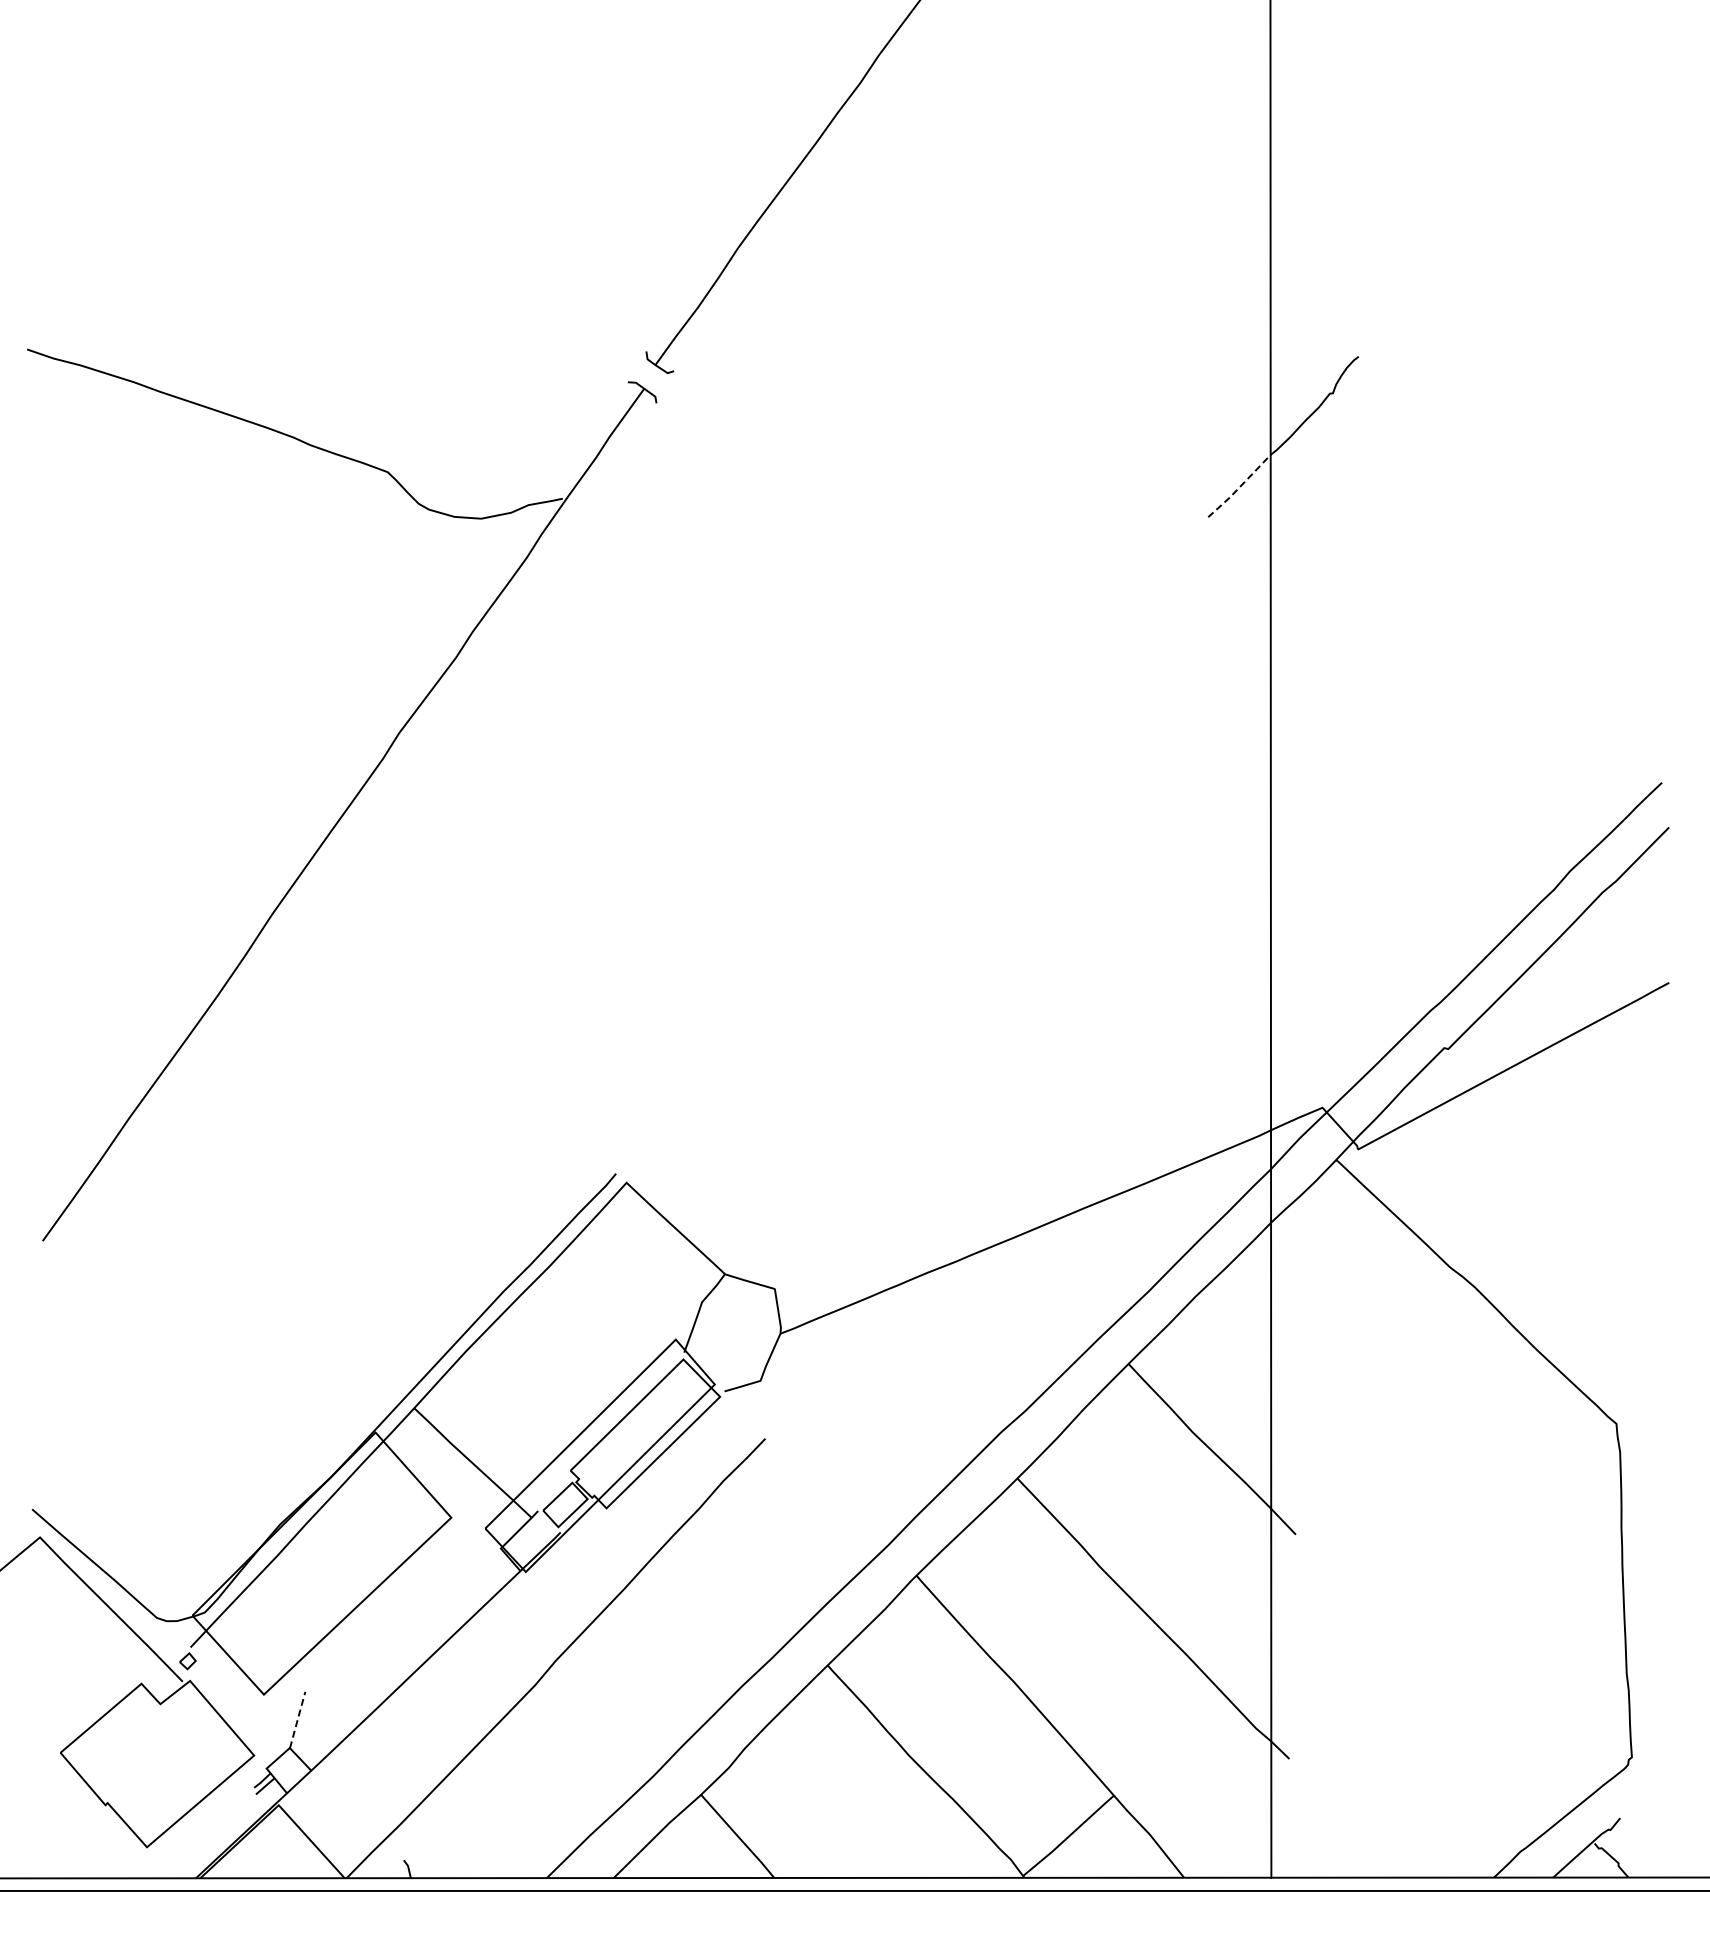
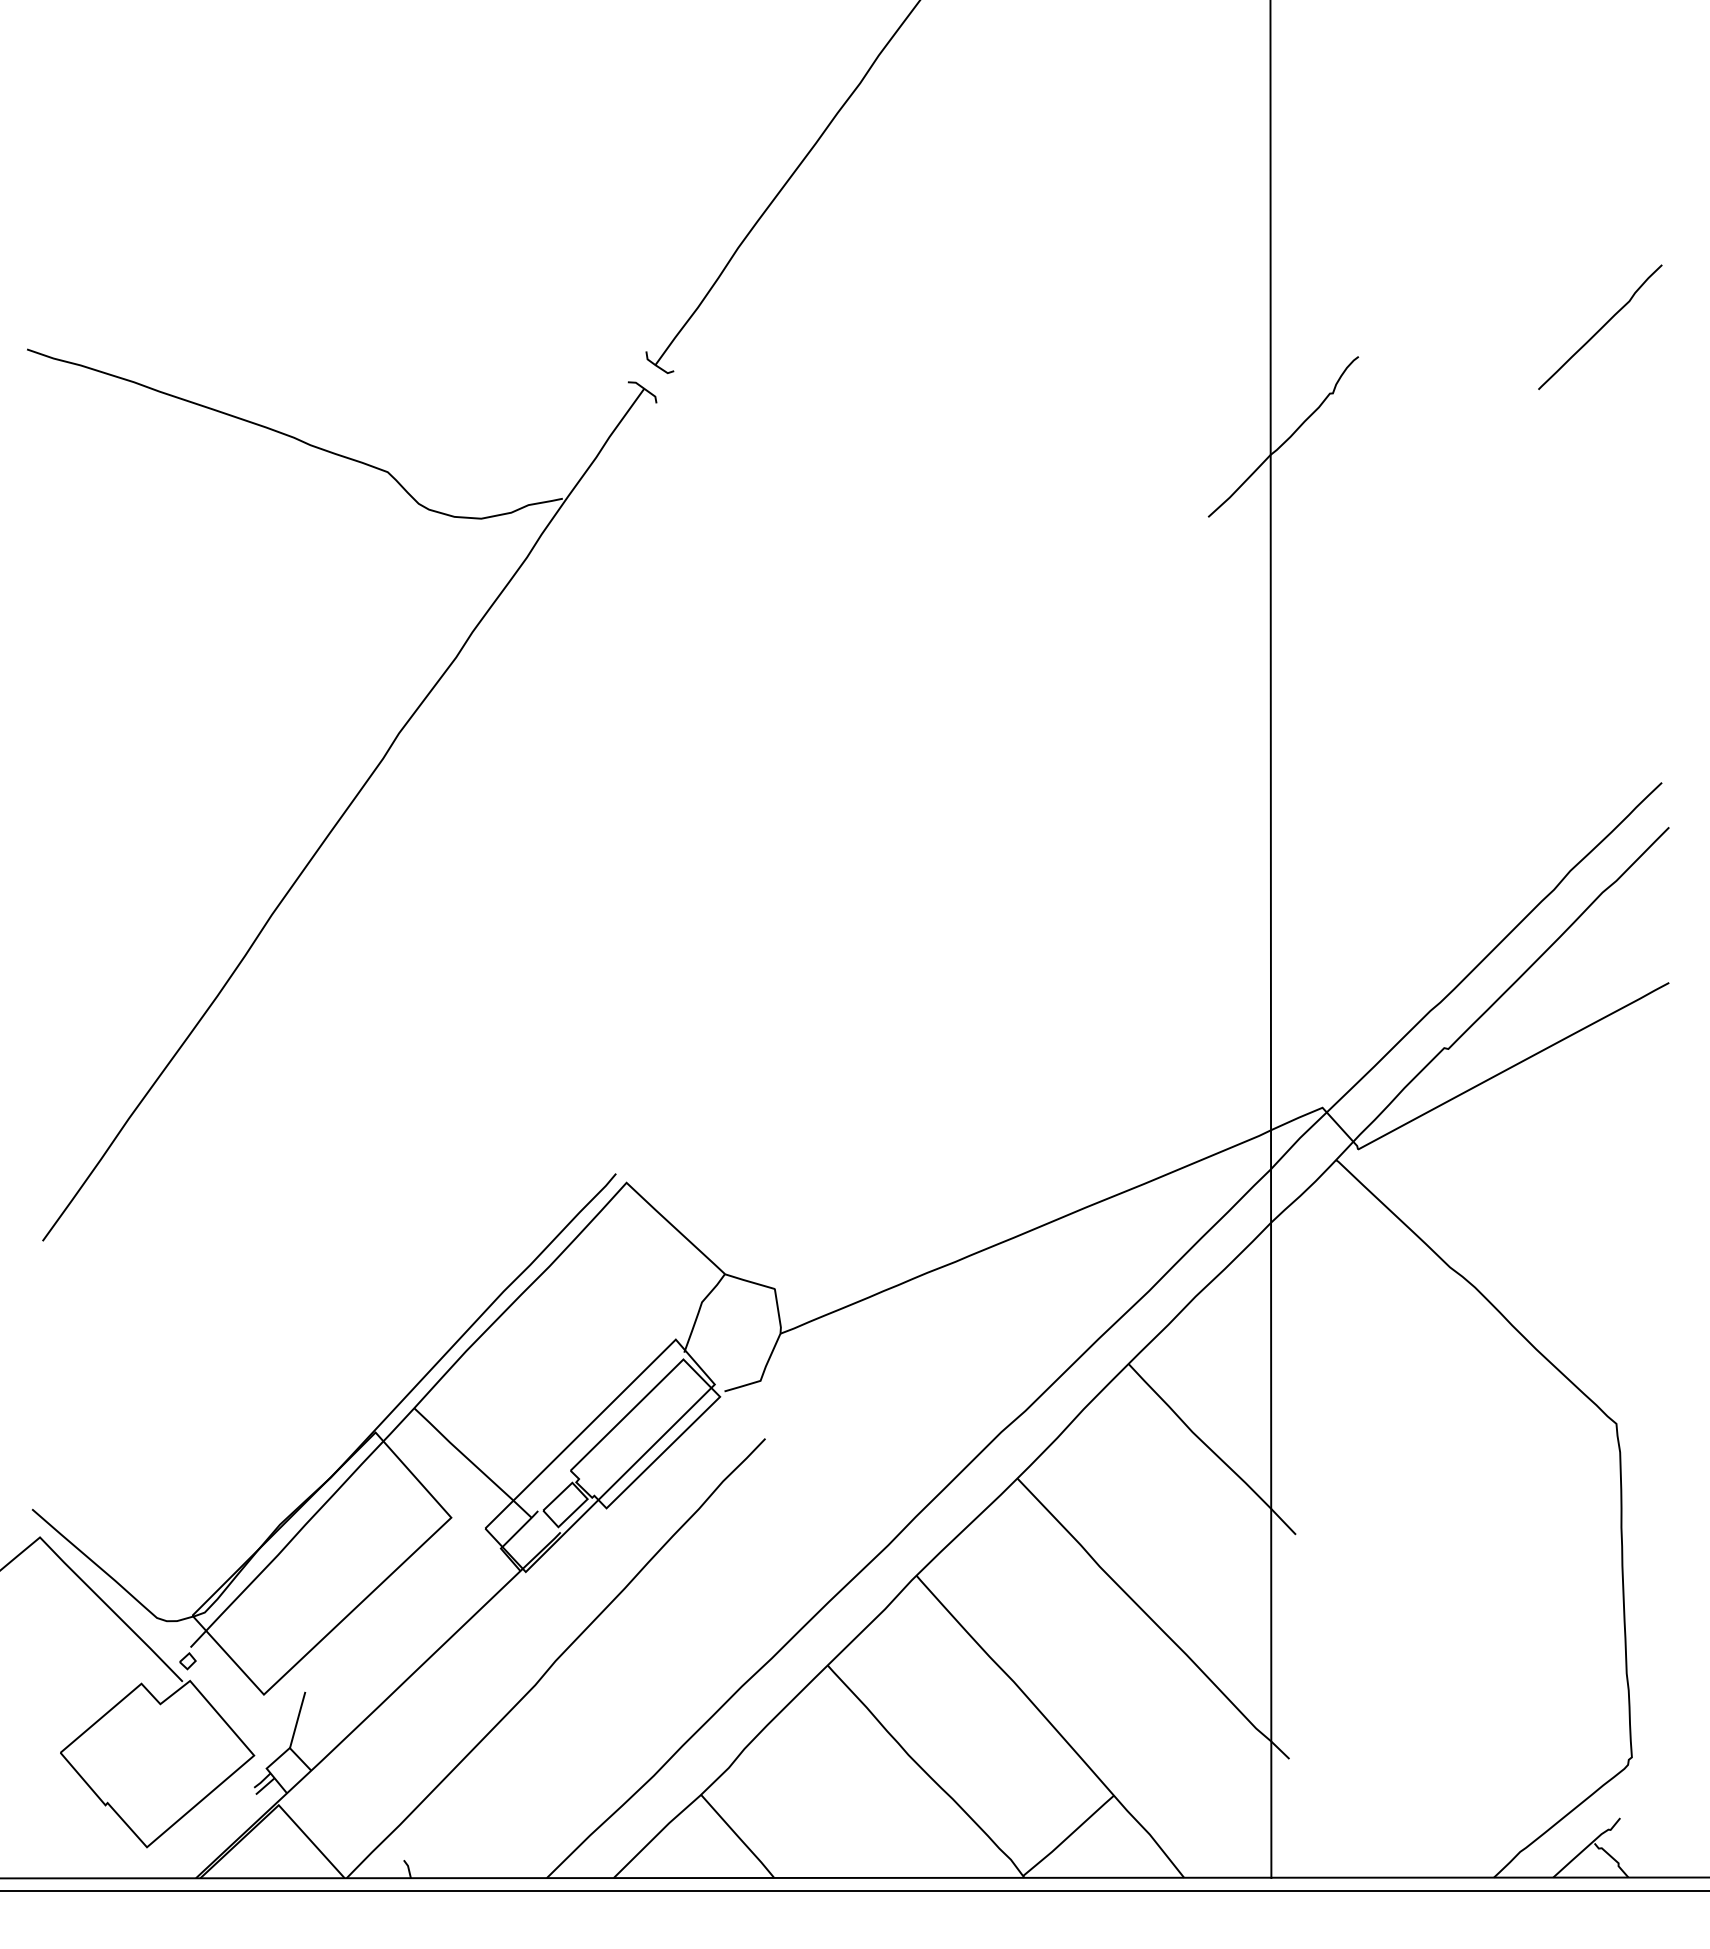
curve at (1601, 326): none -> present
line at (1240, 486): dashed -> solid
line at (297, 1719): dashed -> solid
